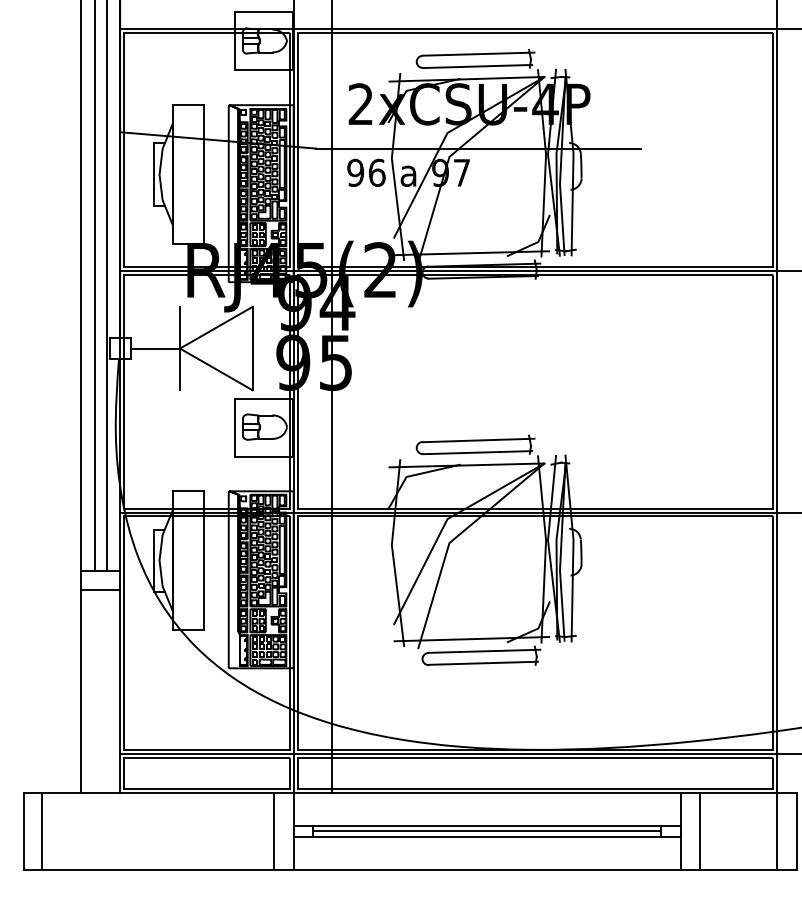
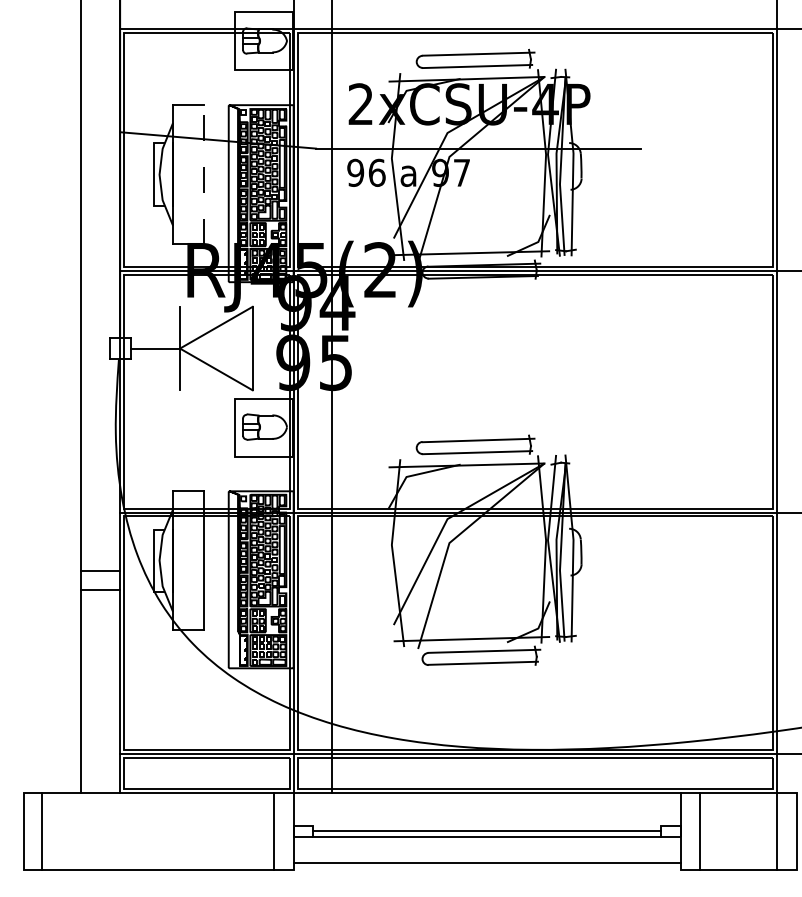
line at (204, 174): solid -> dashed
line at (95, 286): present -> none
line at (106, 286): present -> none
line at (486, 825): present -> none
line at (487, 870) position: (487, 870) -> (487, 863)
